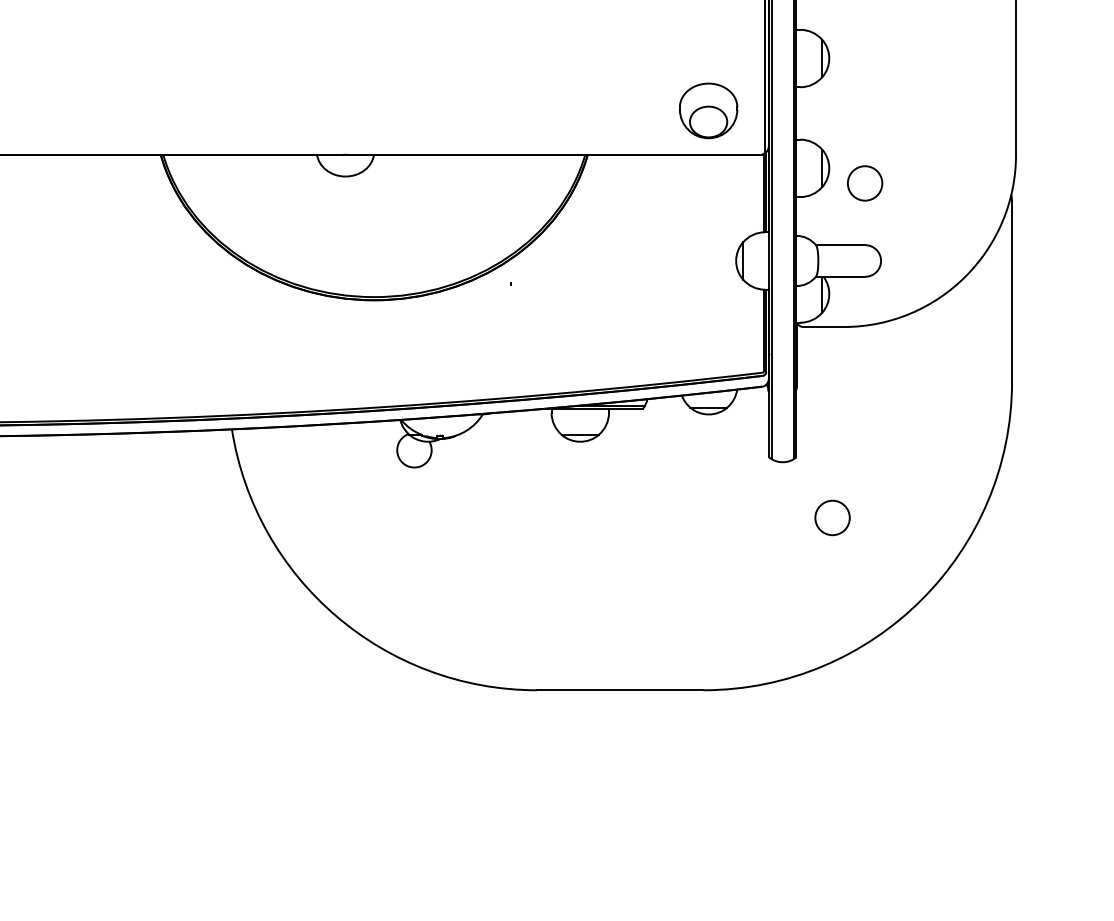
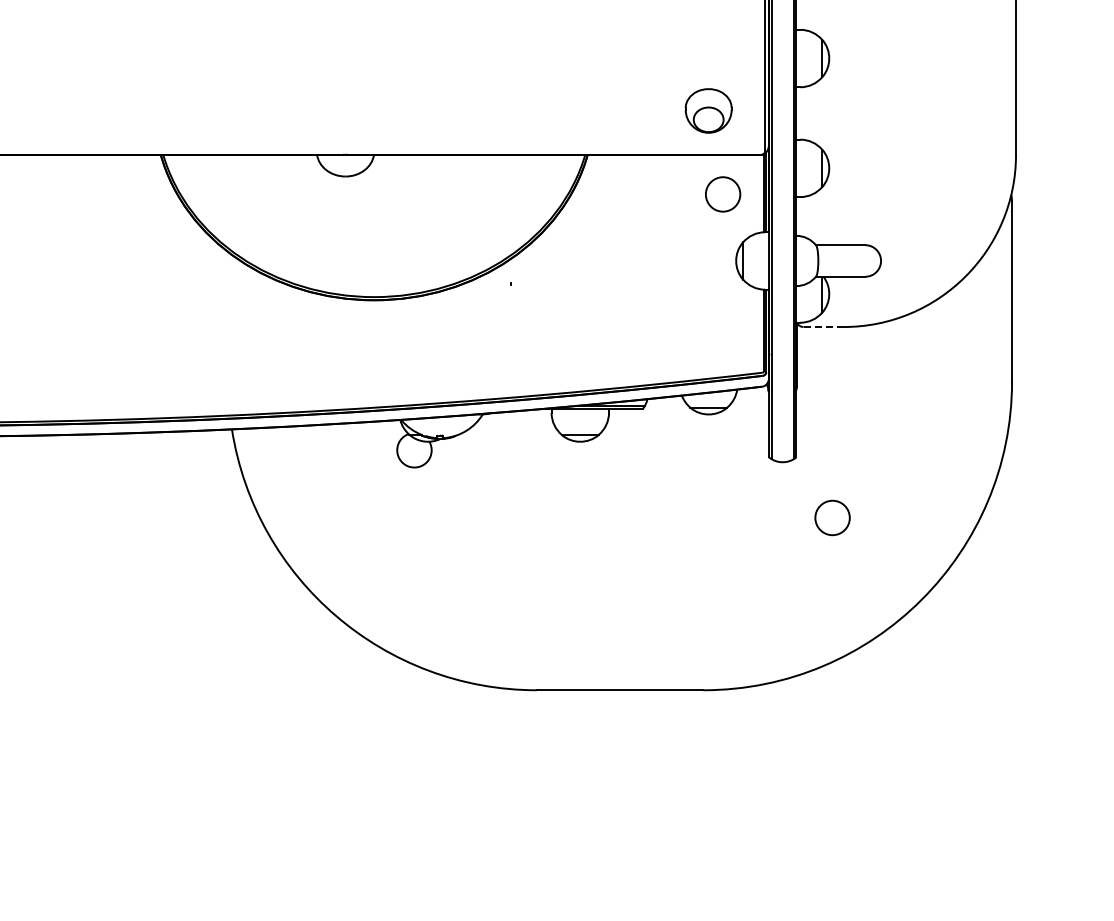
part at (708, 110) size: 60x58 px -> 49x46 px
circle at (865, 183) position: (865, 183) -> (723, 194)
line at (824, 327): solid -> dashed
